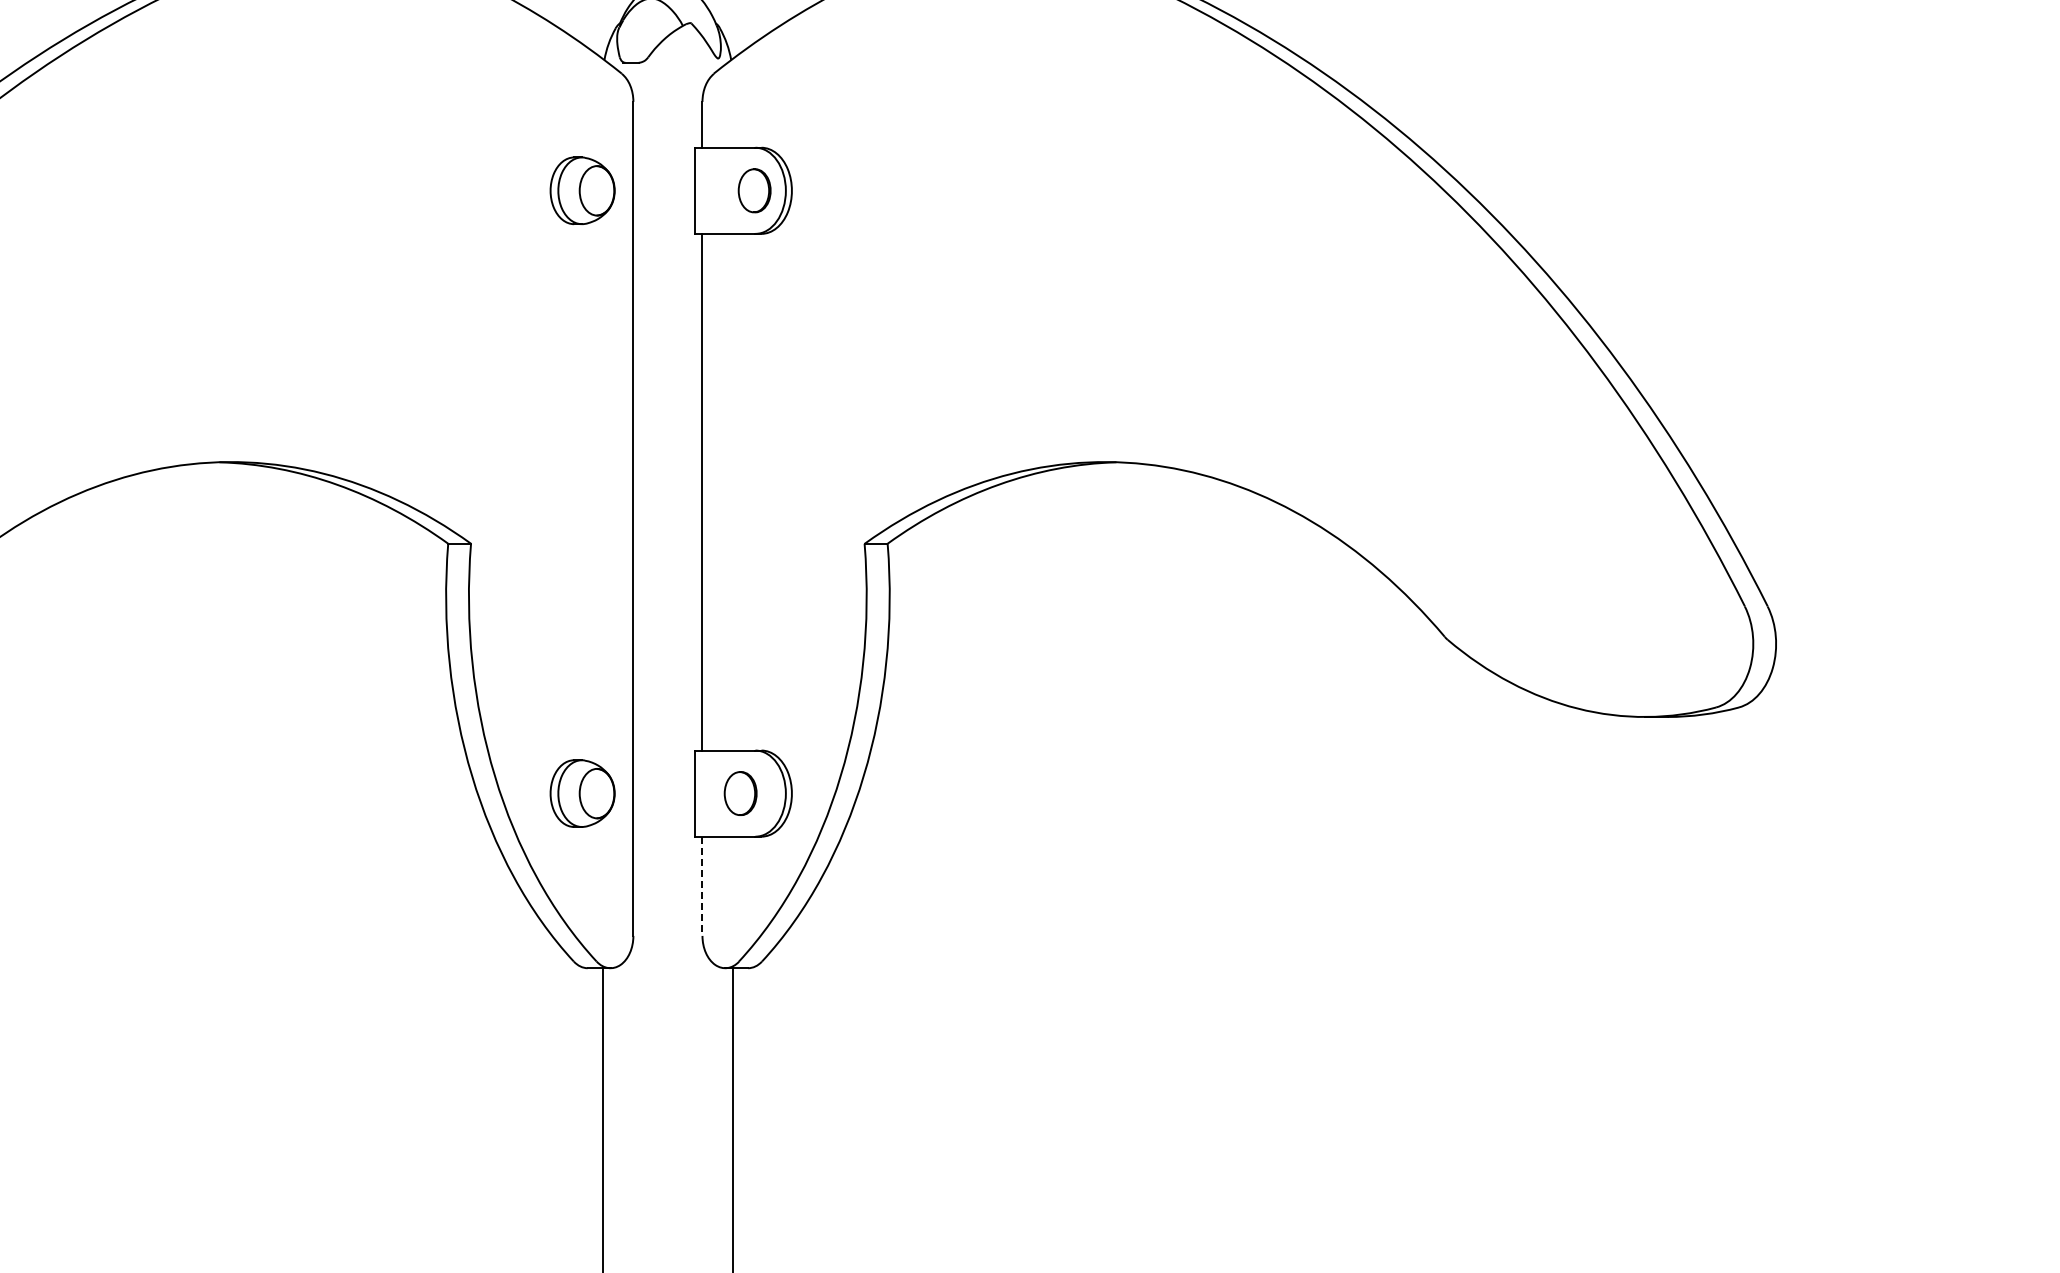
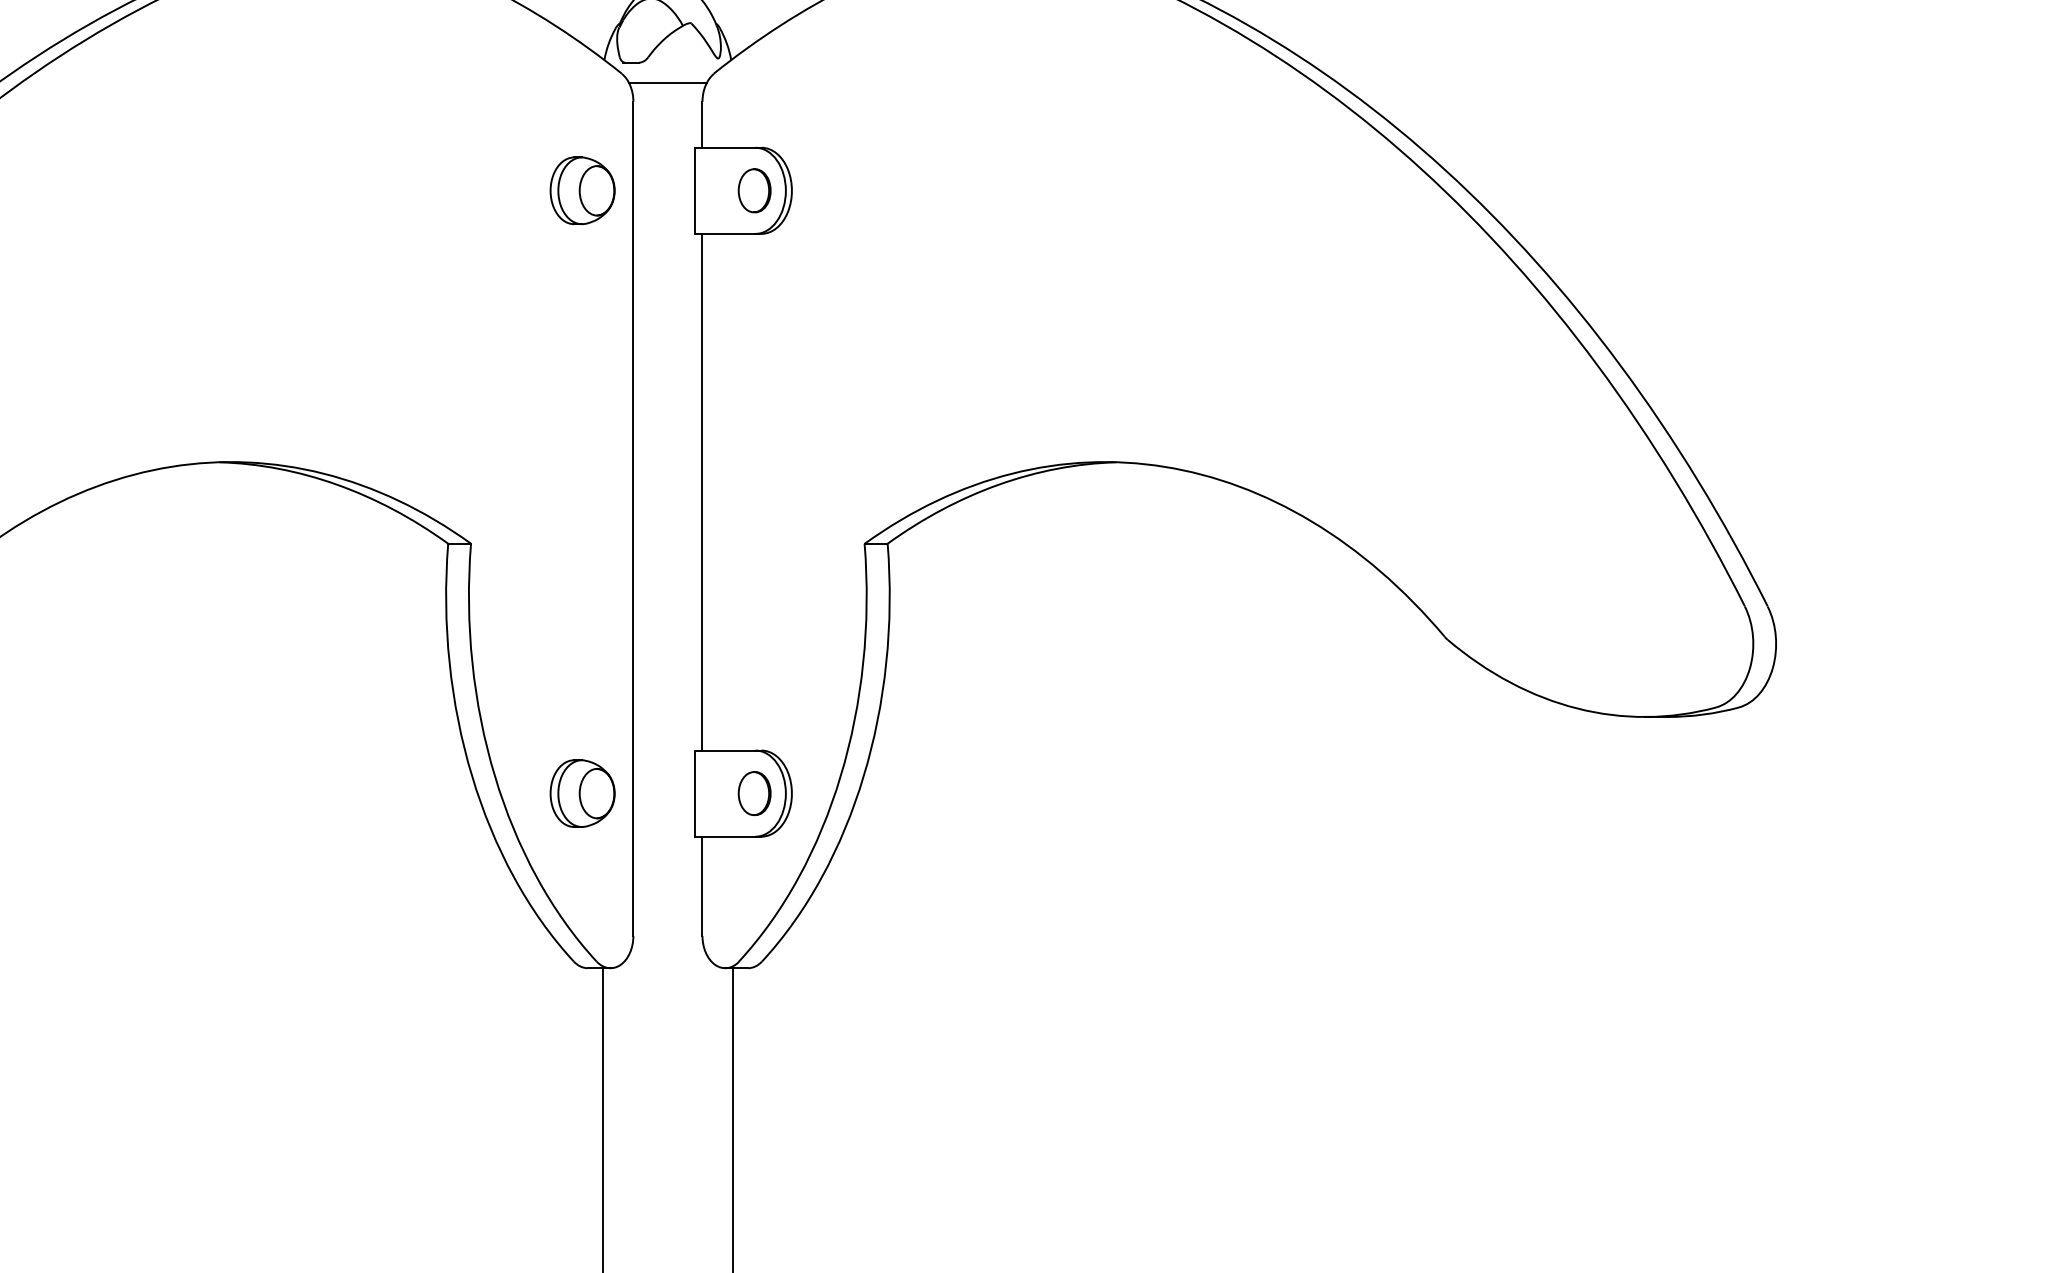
line at (667, 83): none -> present
part at (740, 793) position: (740, 793) -> (754, 793)
line at (702, 886): dashed -> solid
